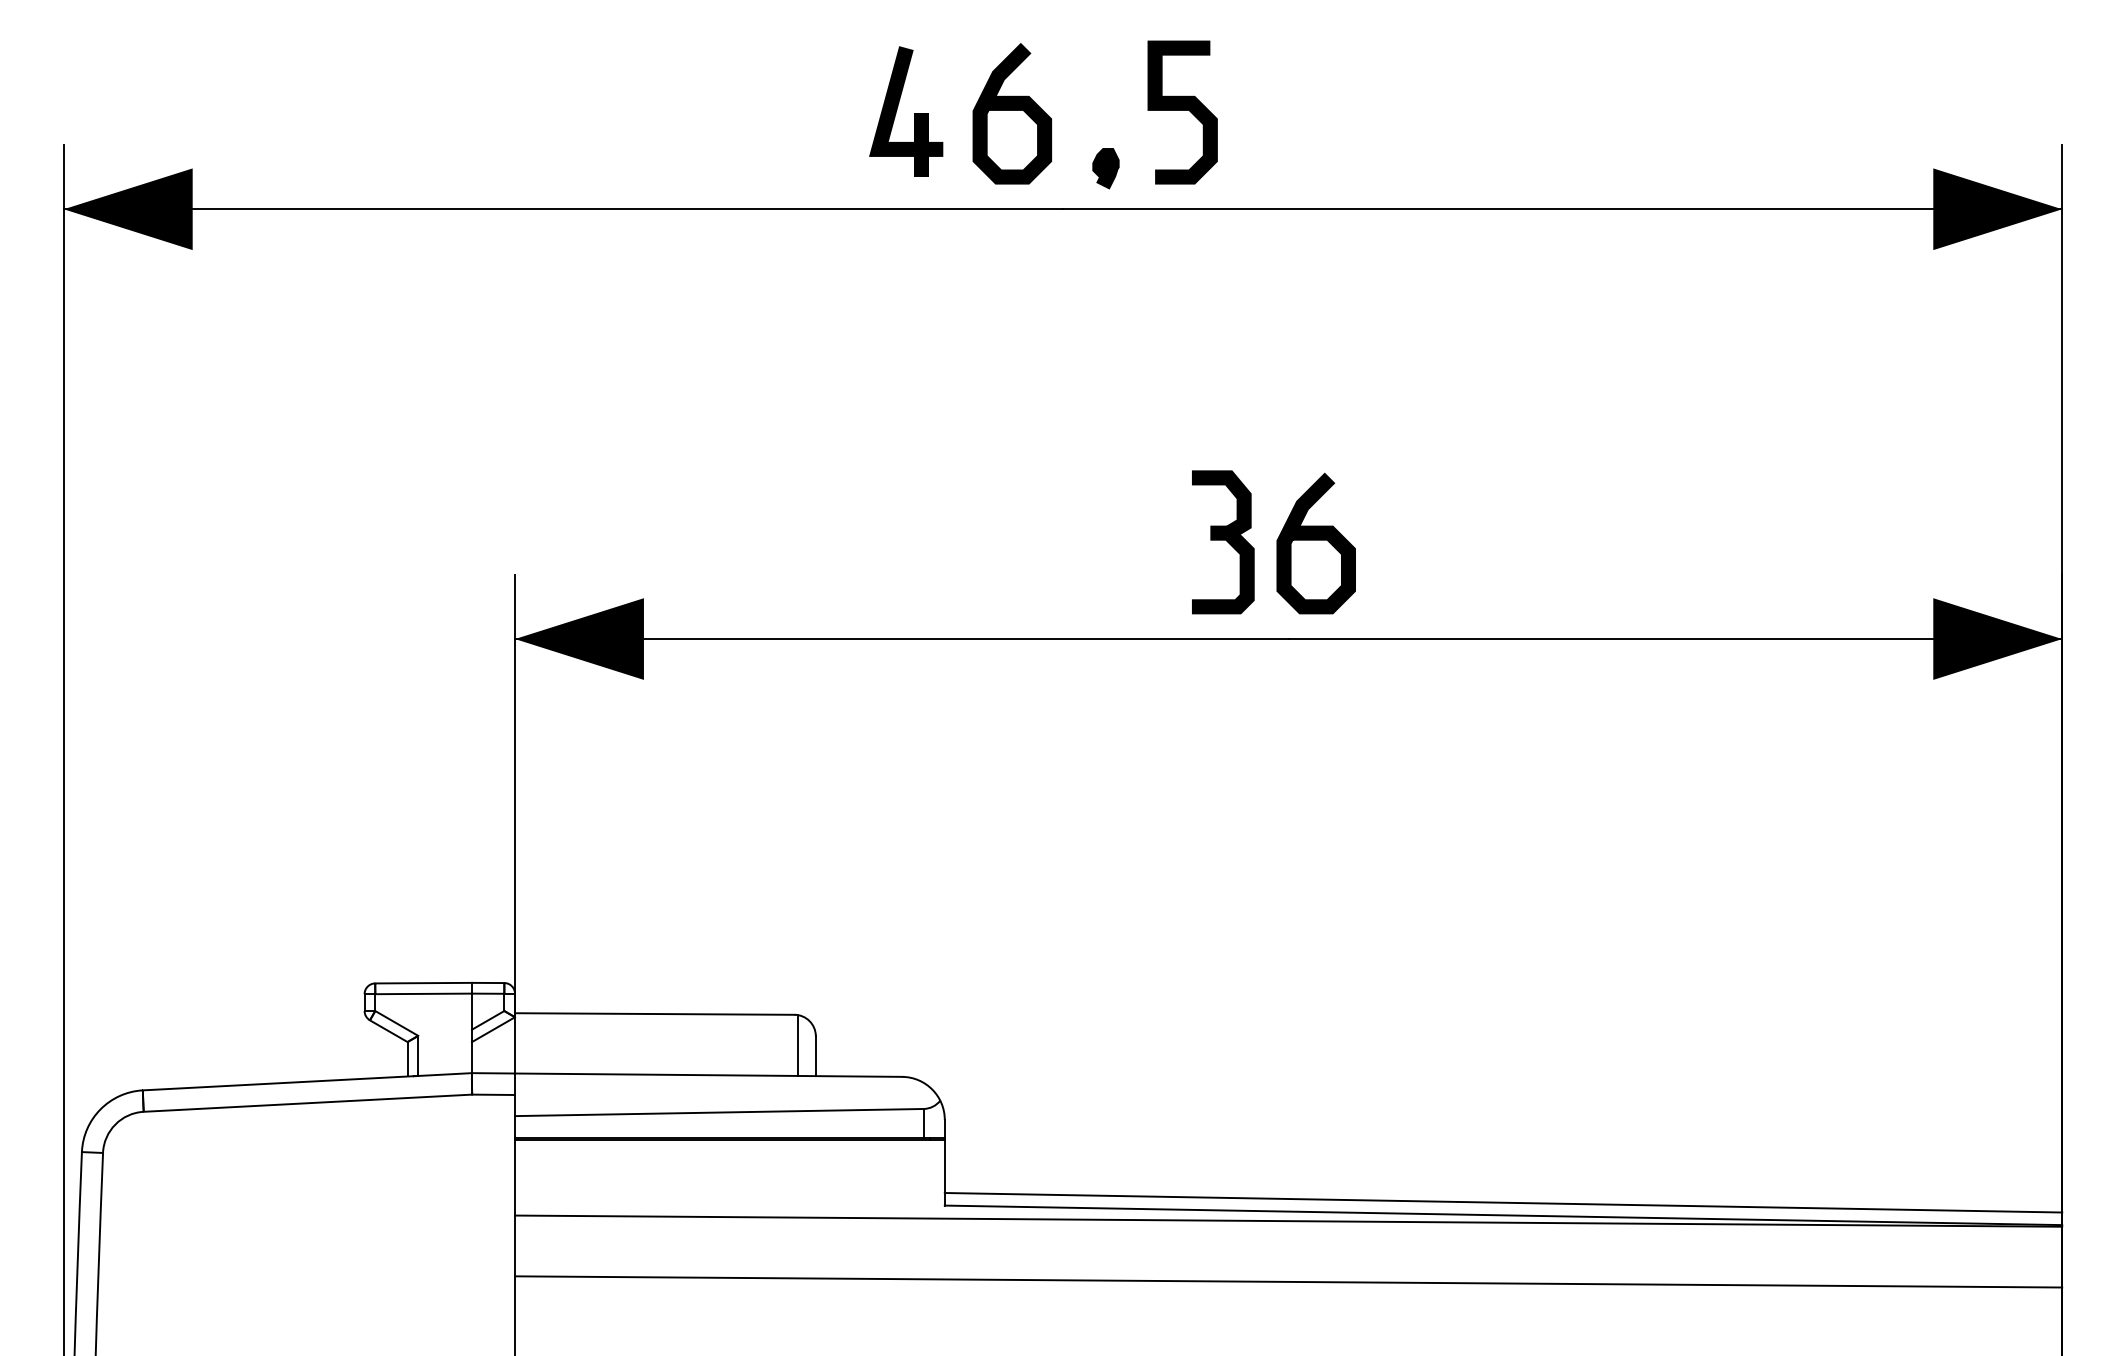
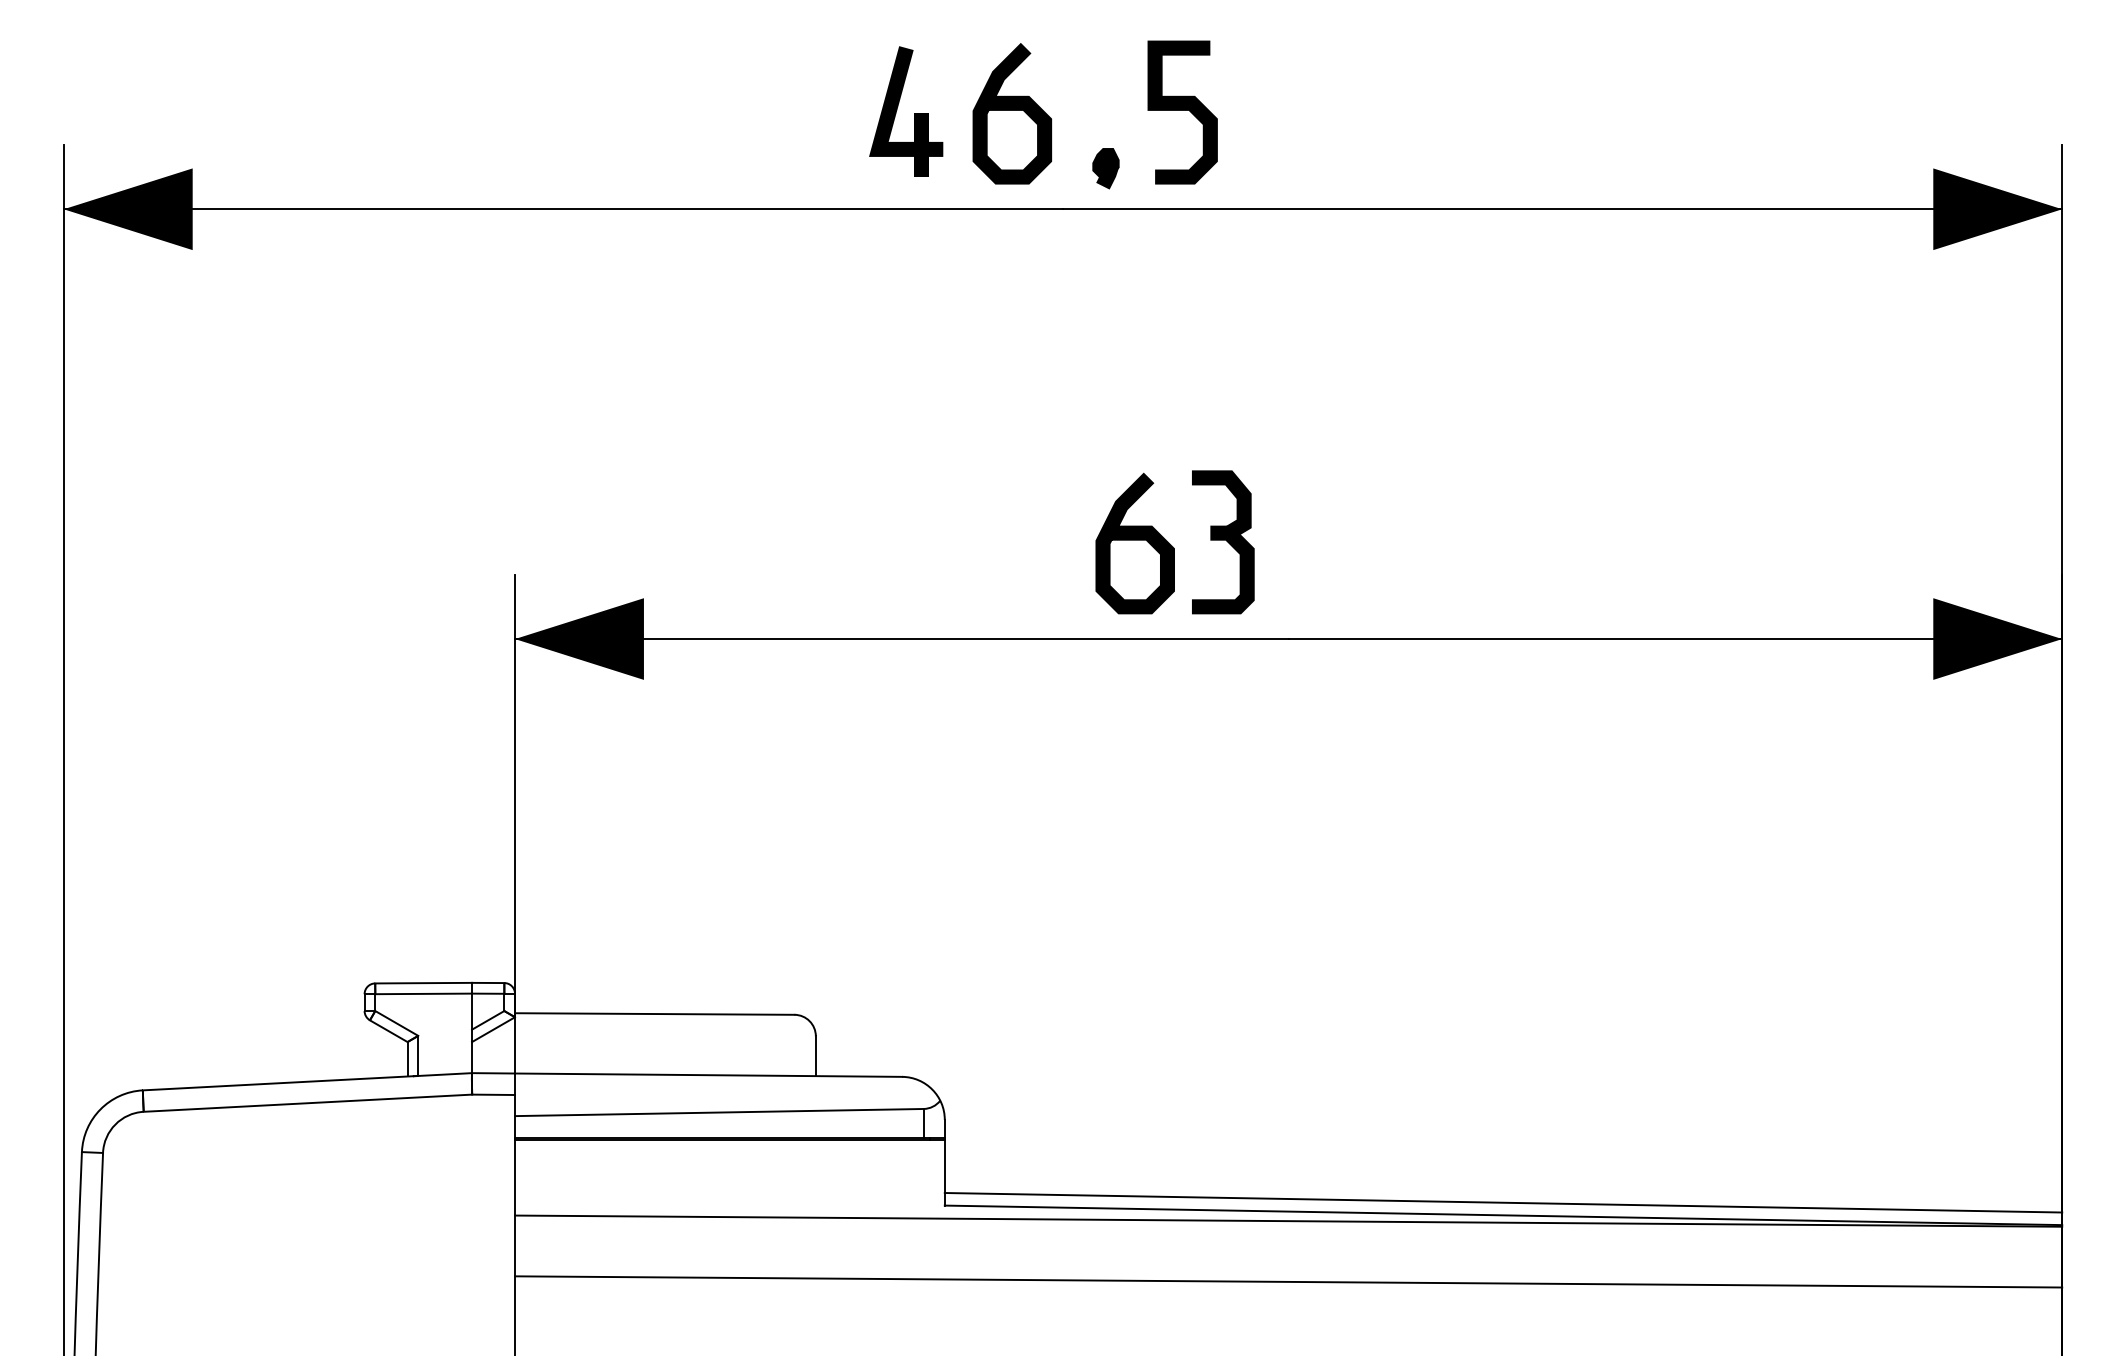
curve at (1315, 540) position: (1315, 540) -> (1134, 540)
line at (797, 1045): present -> none
